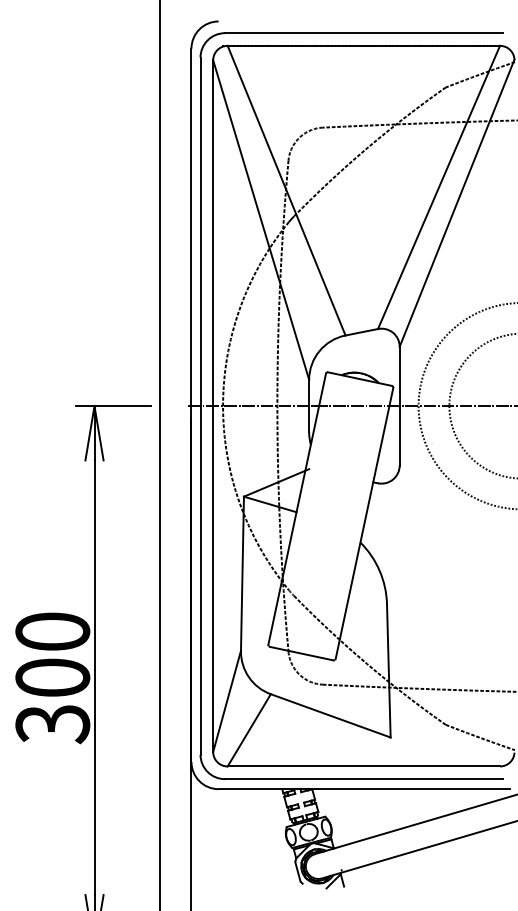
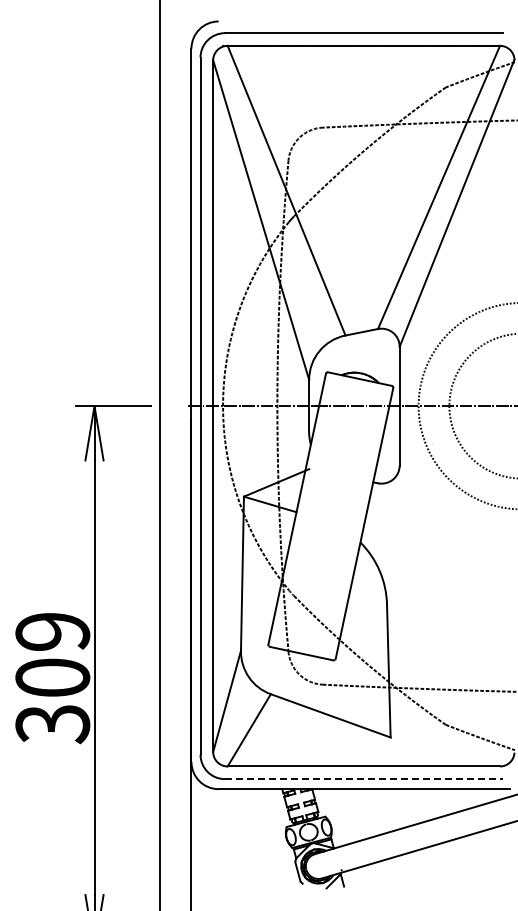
text at (52, 631): 300 -> 309
line at (363, 779): solid -> dashed
